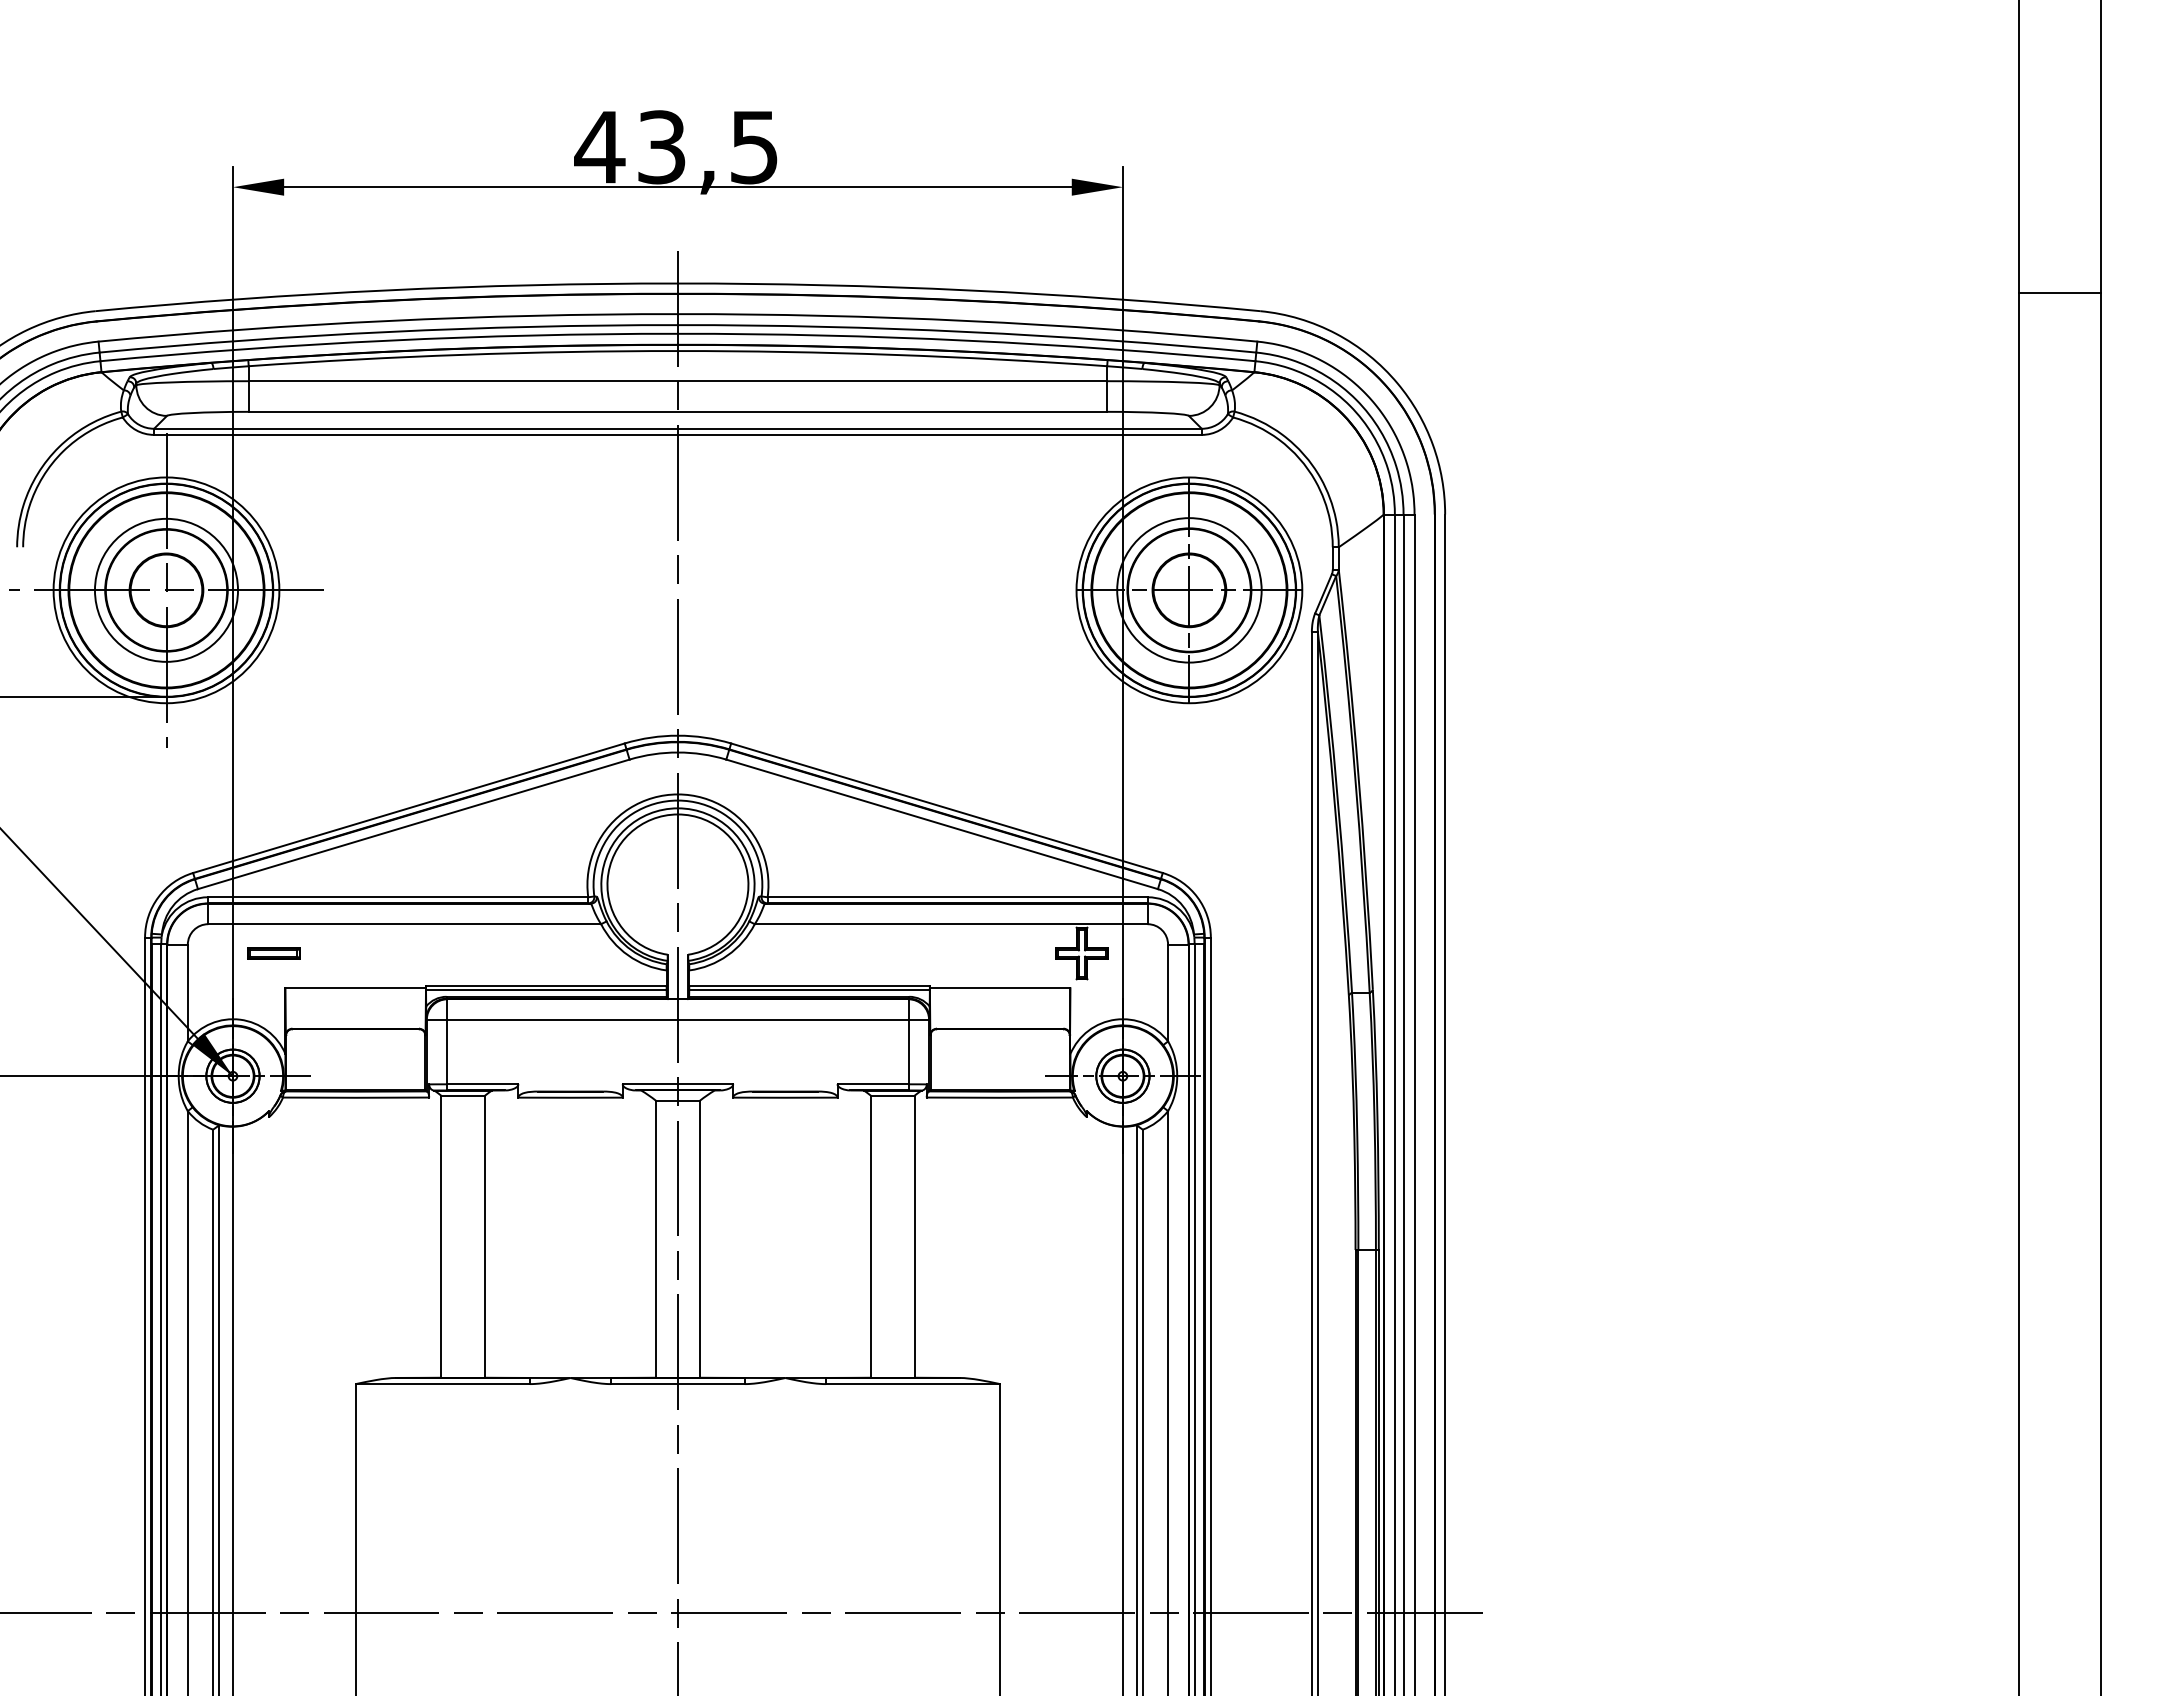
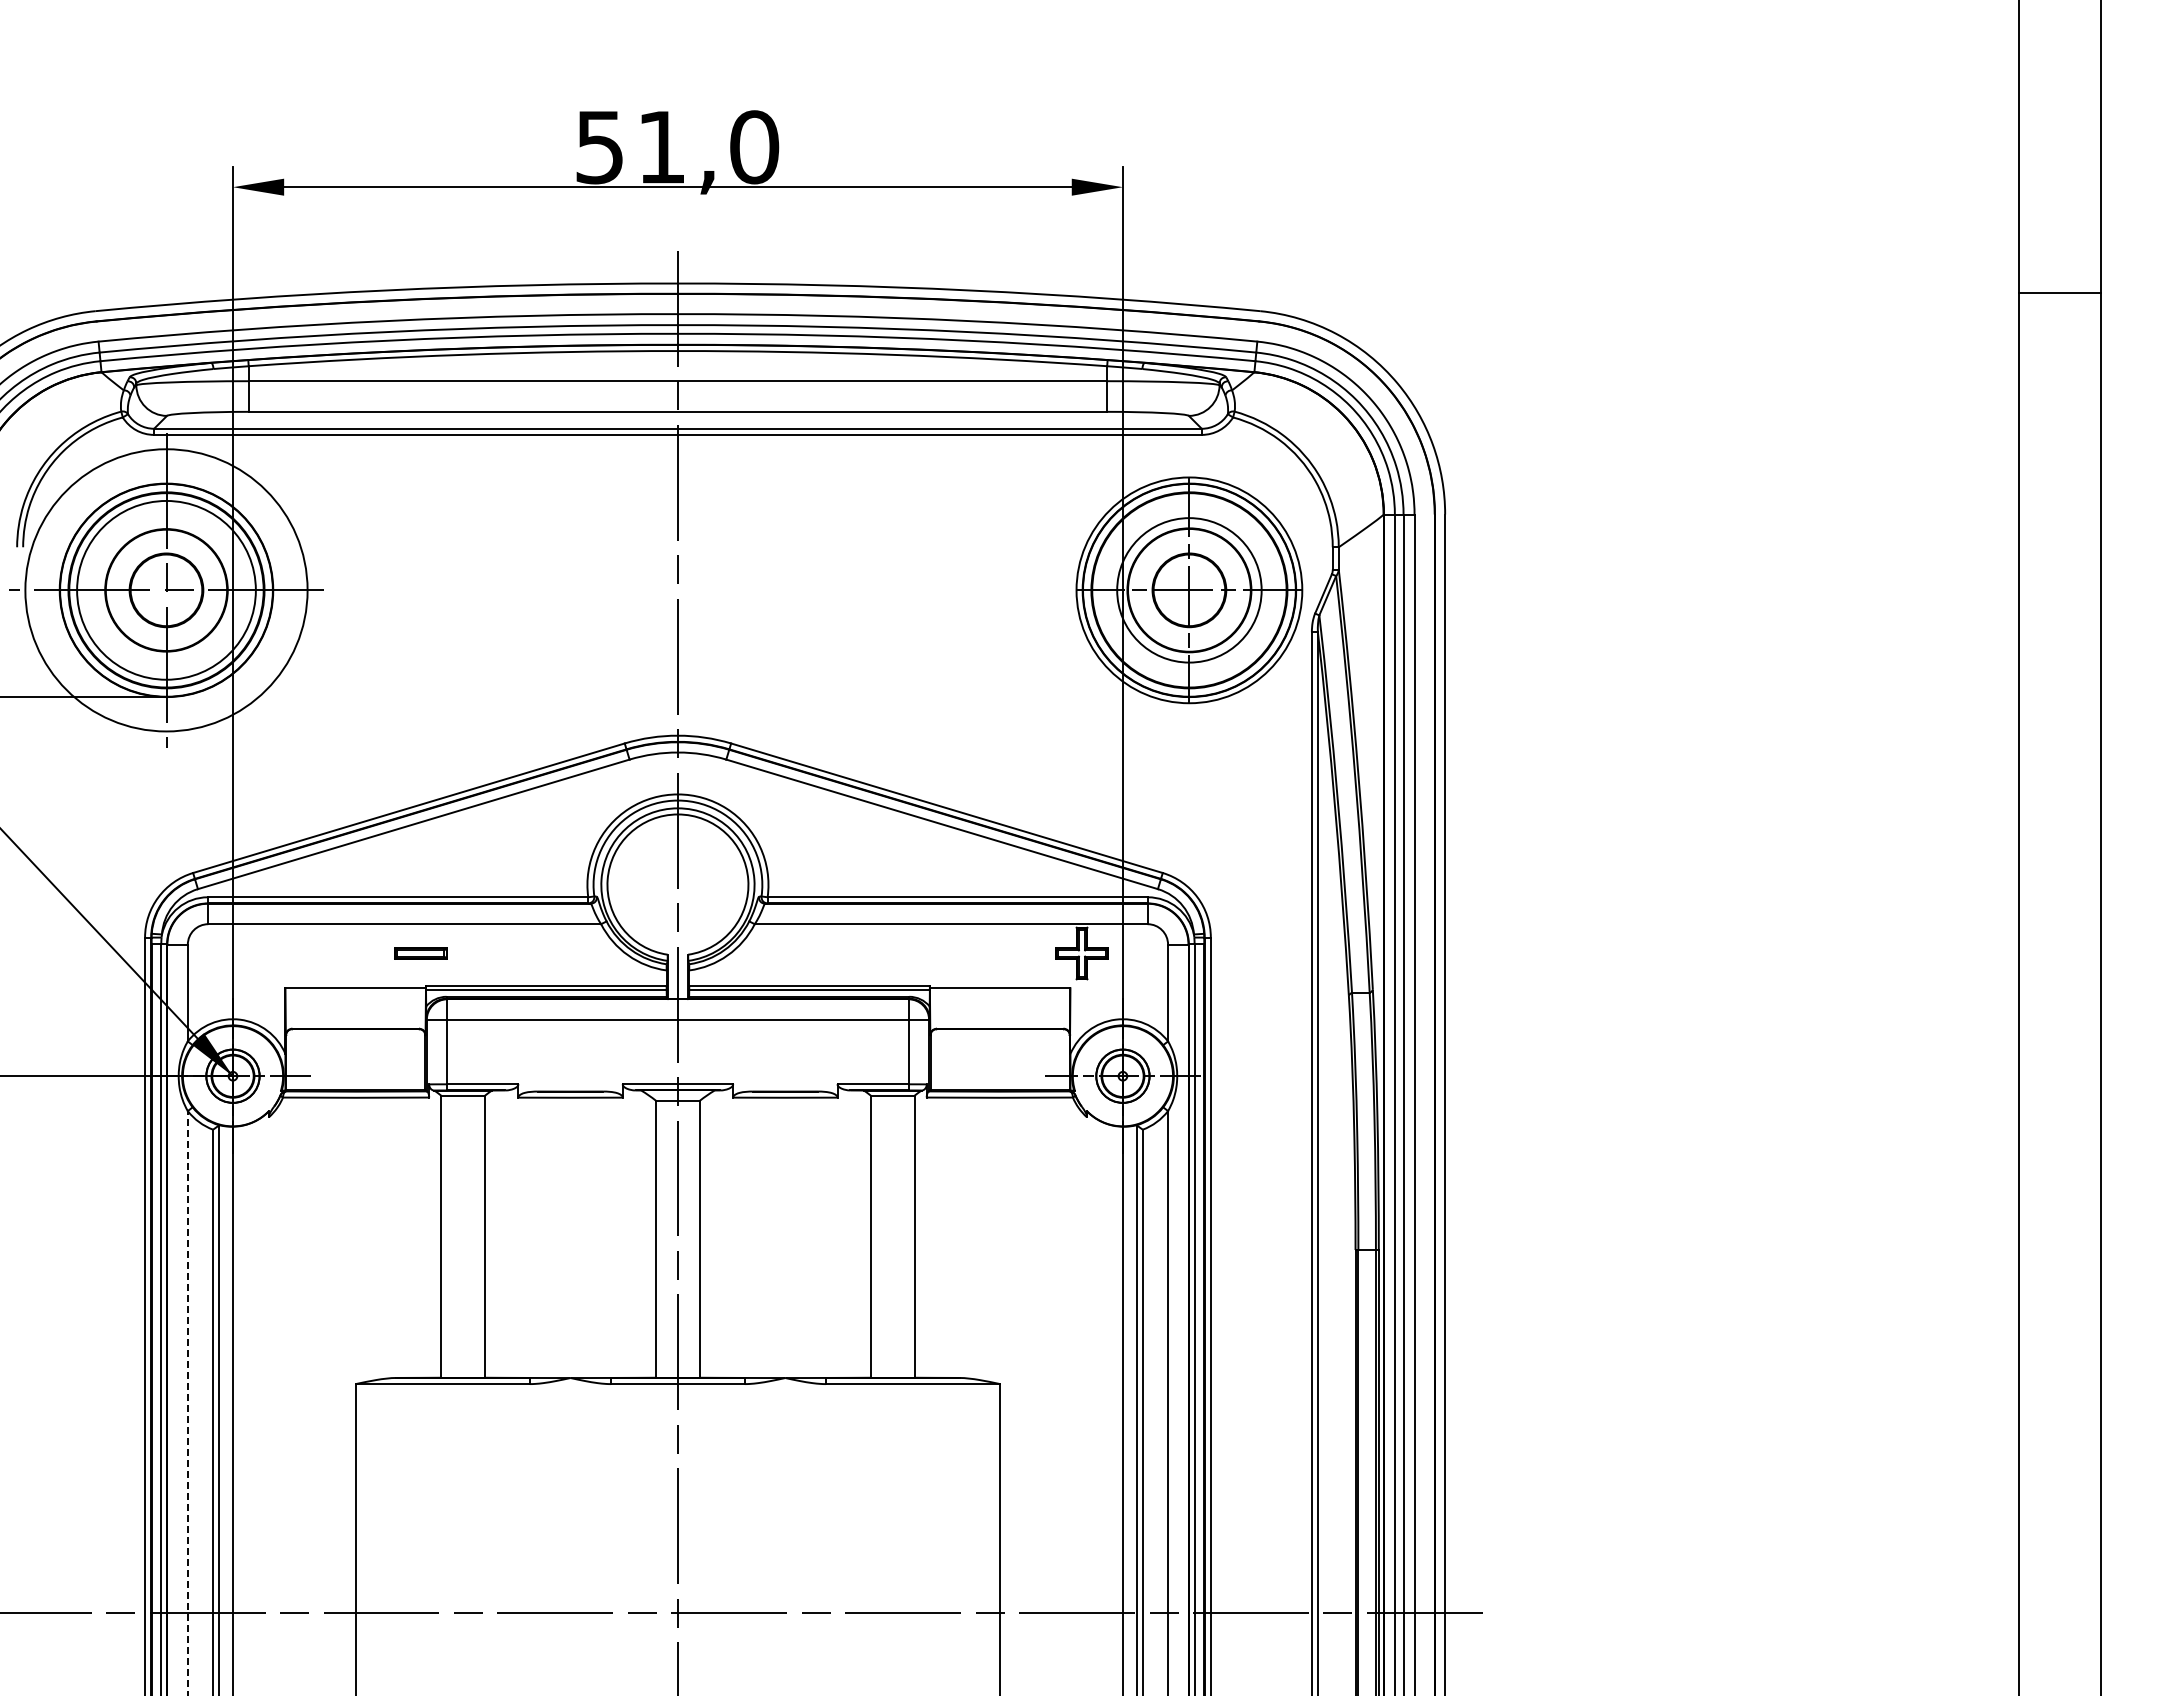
text at (676, 147): 43,5 -> 51,0
circle at (166, 589) diameter: 143 px -> 179 px
circle at (166, 590) diameter: 226 px -> 282 px
part at (273, 953) position: (273, 953) -> (420, 953)
line at (187, 1402): solid -> dashed
